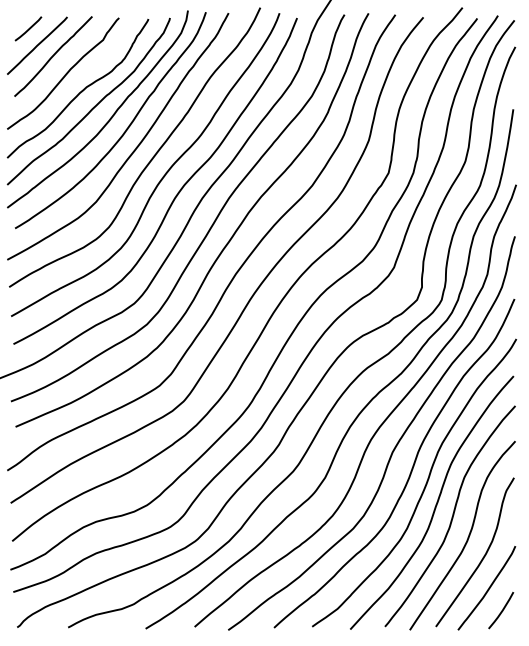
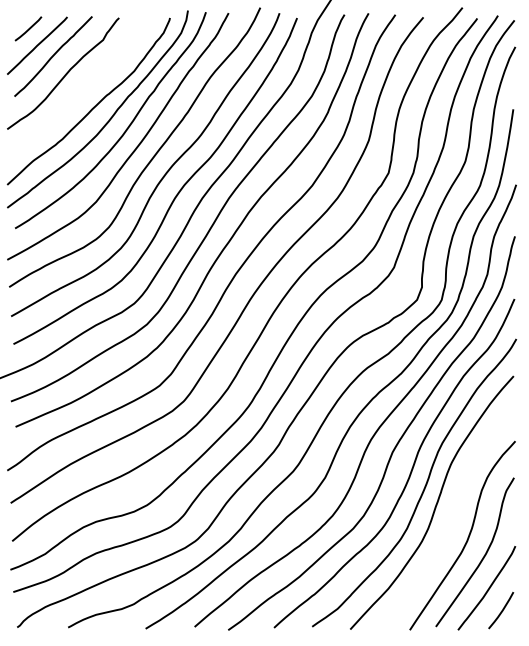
curve at (80, 91): present -> none
curve at (451, 517): present -> none
